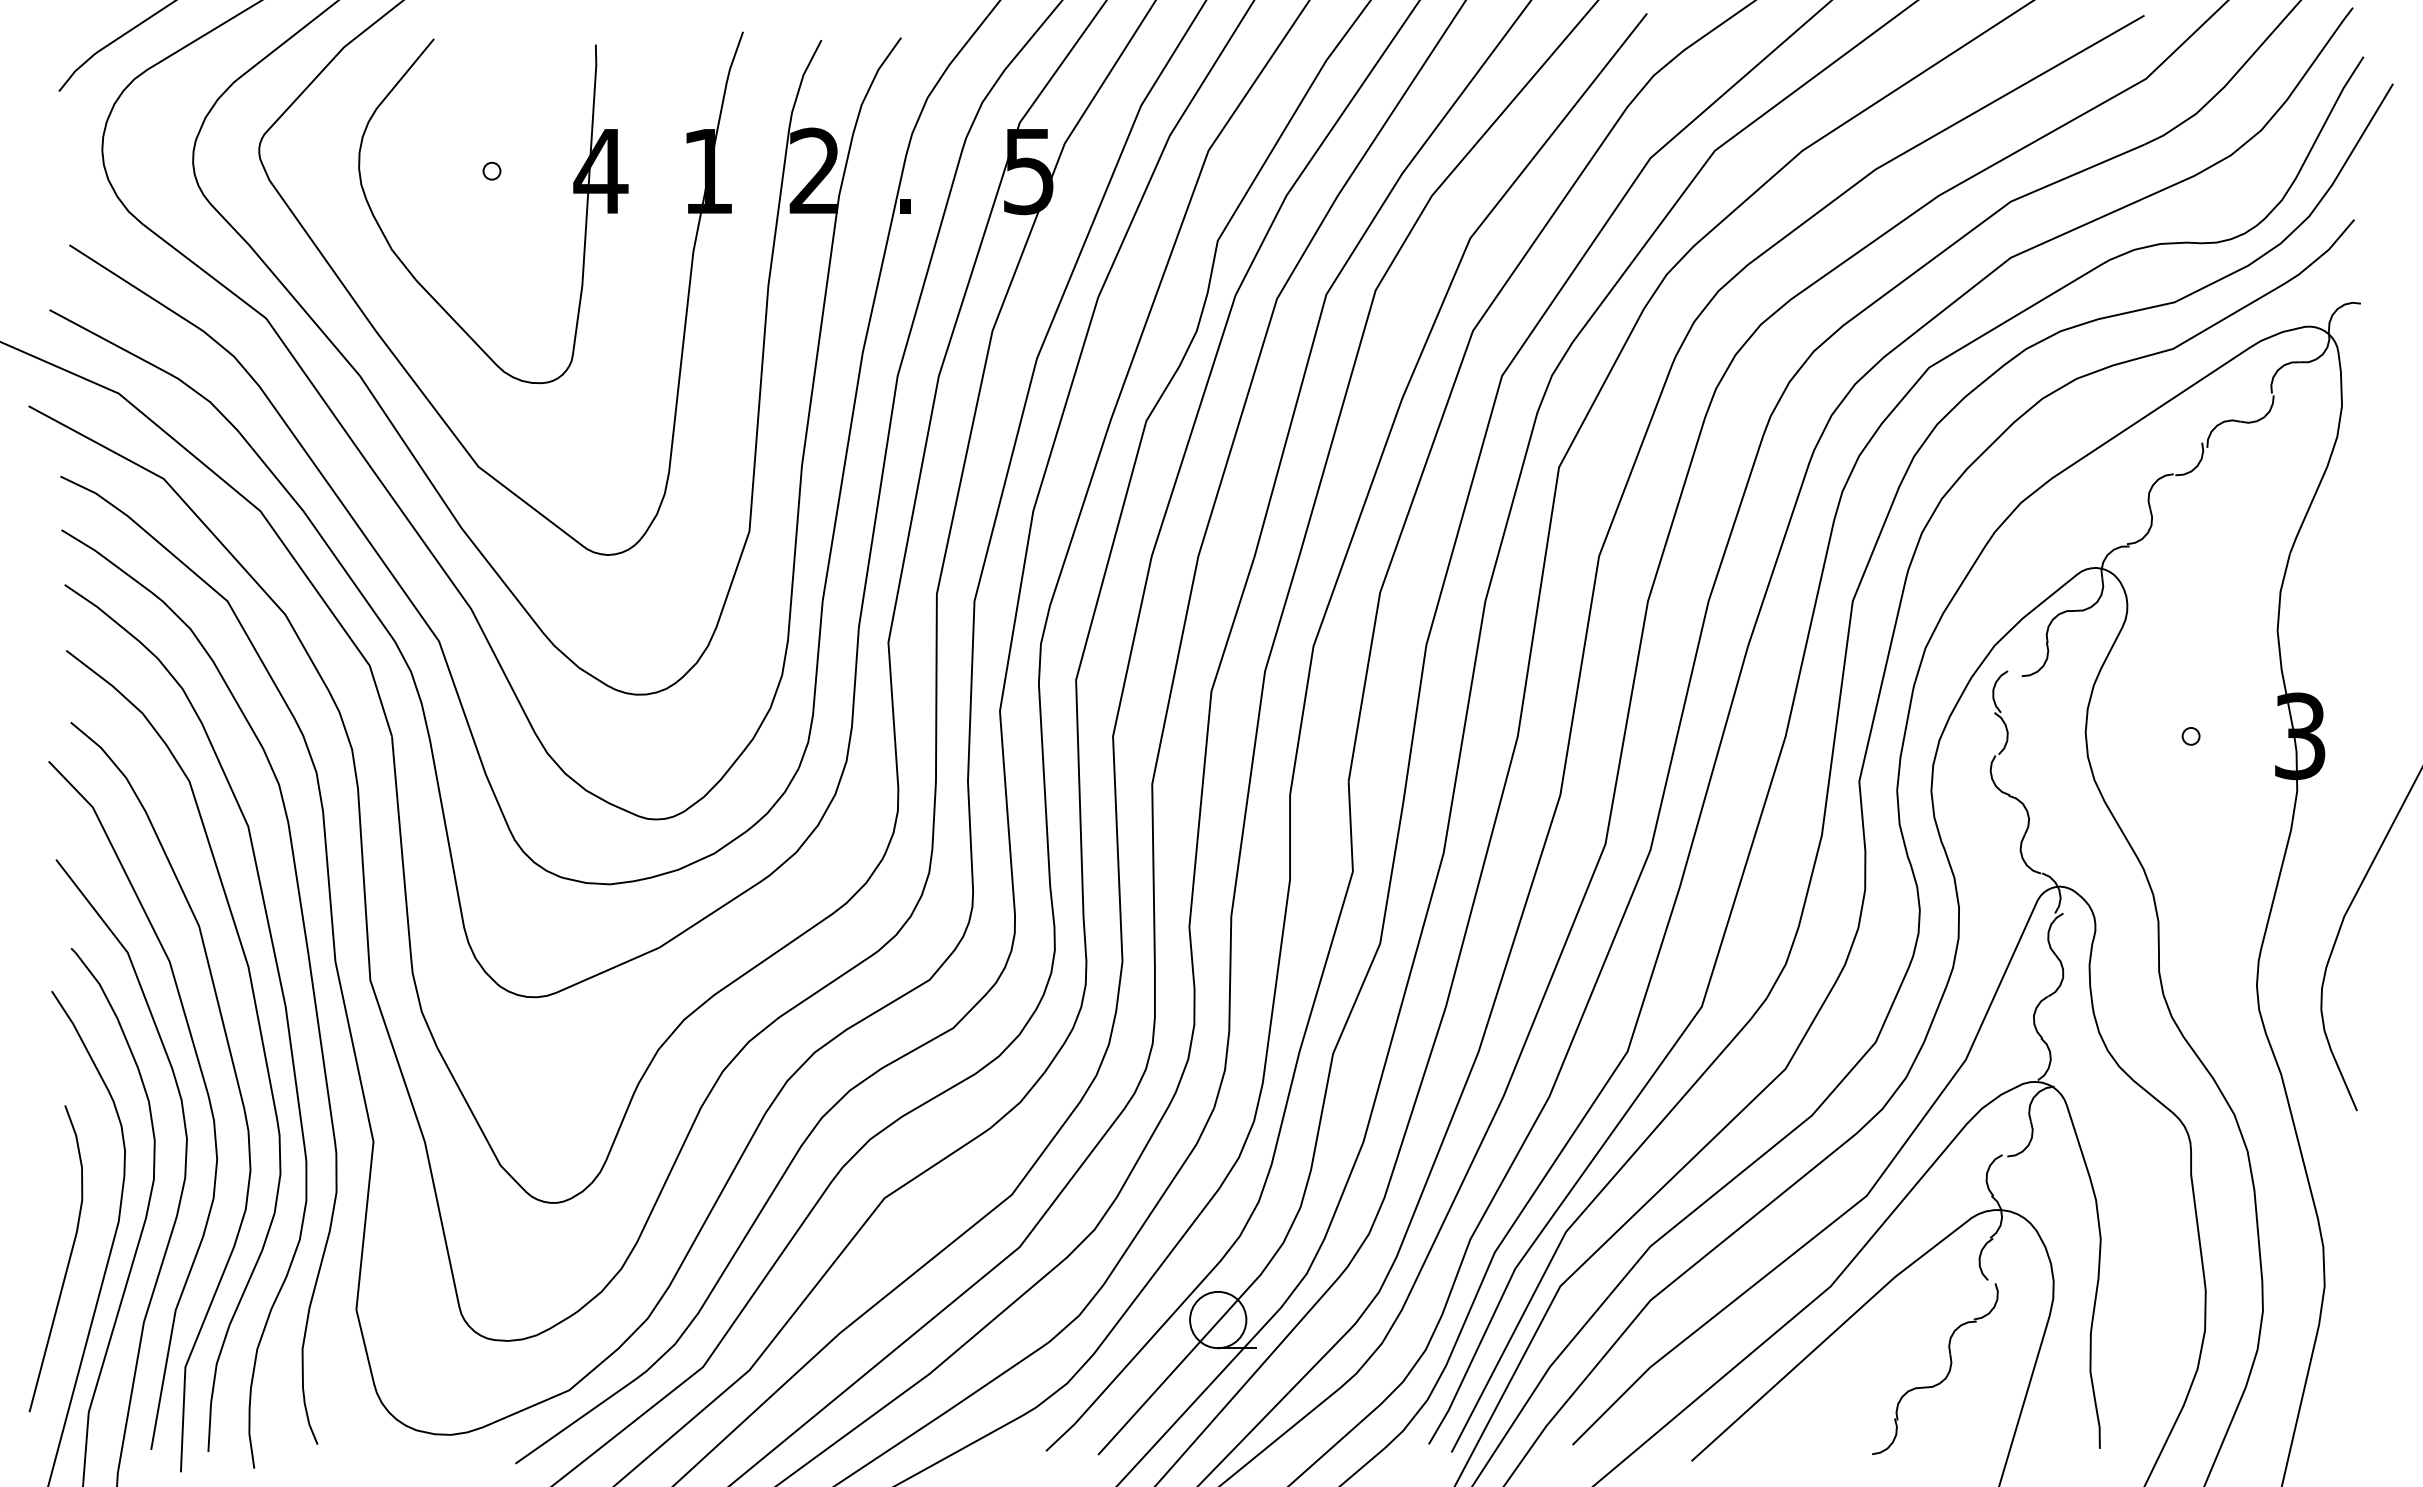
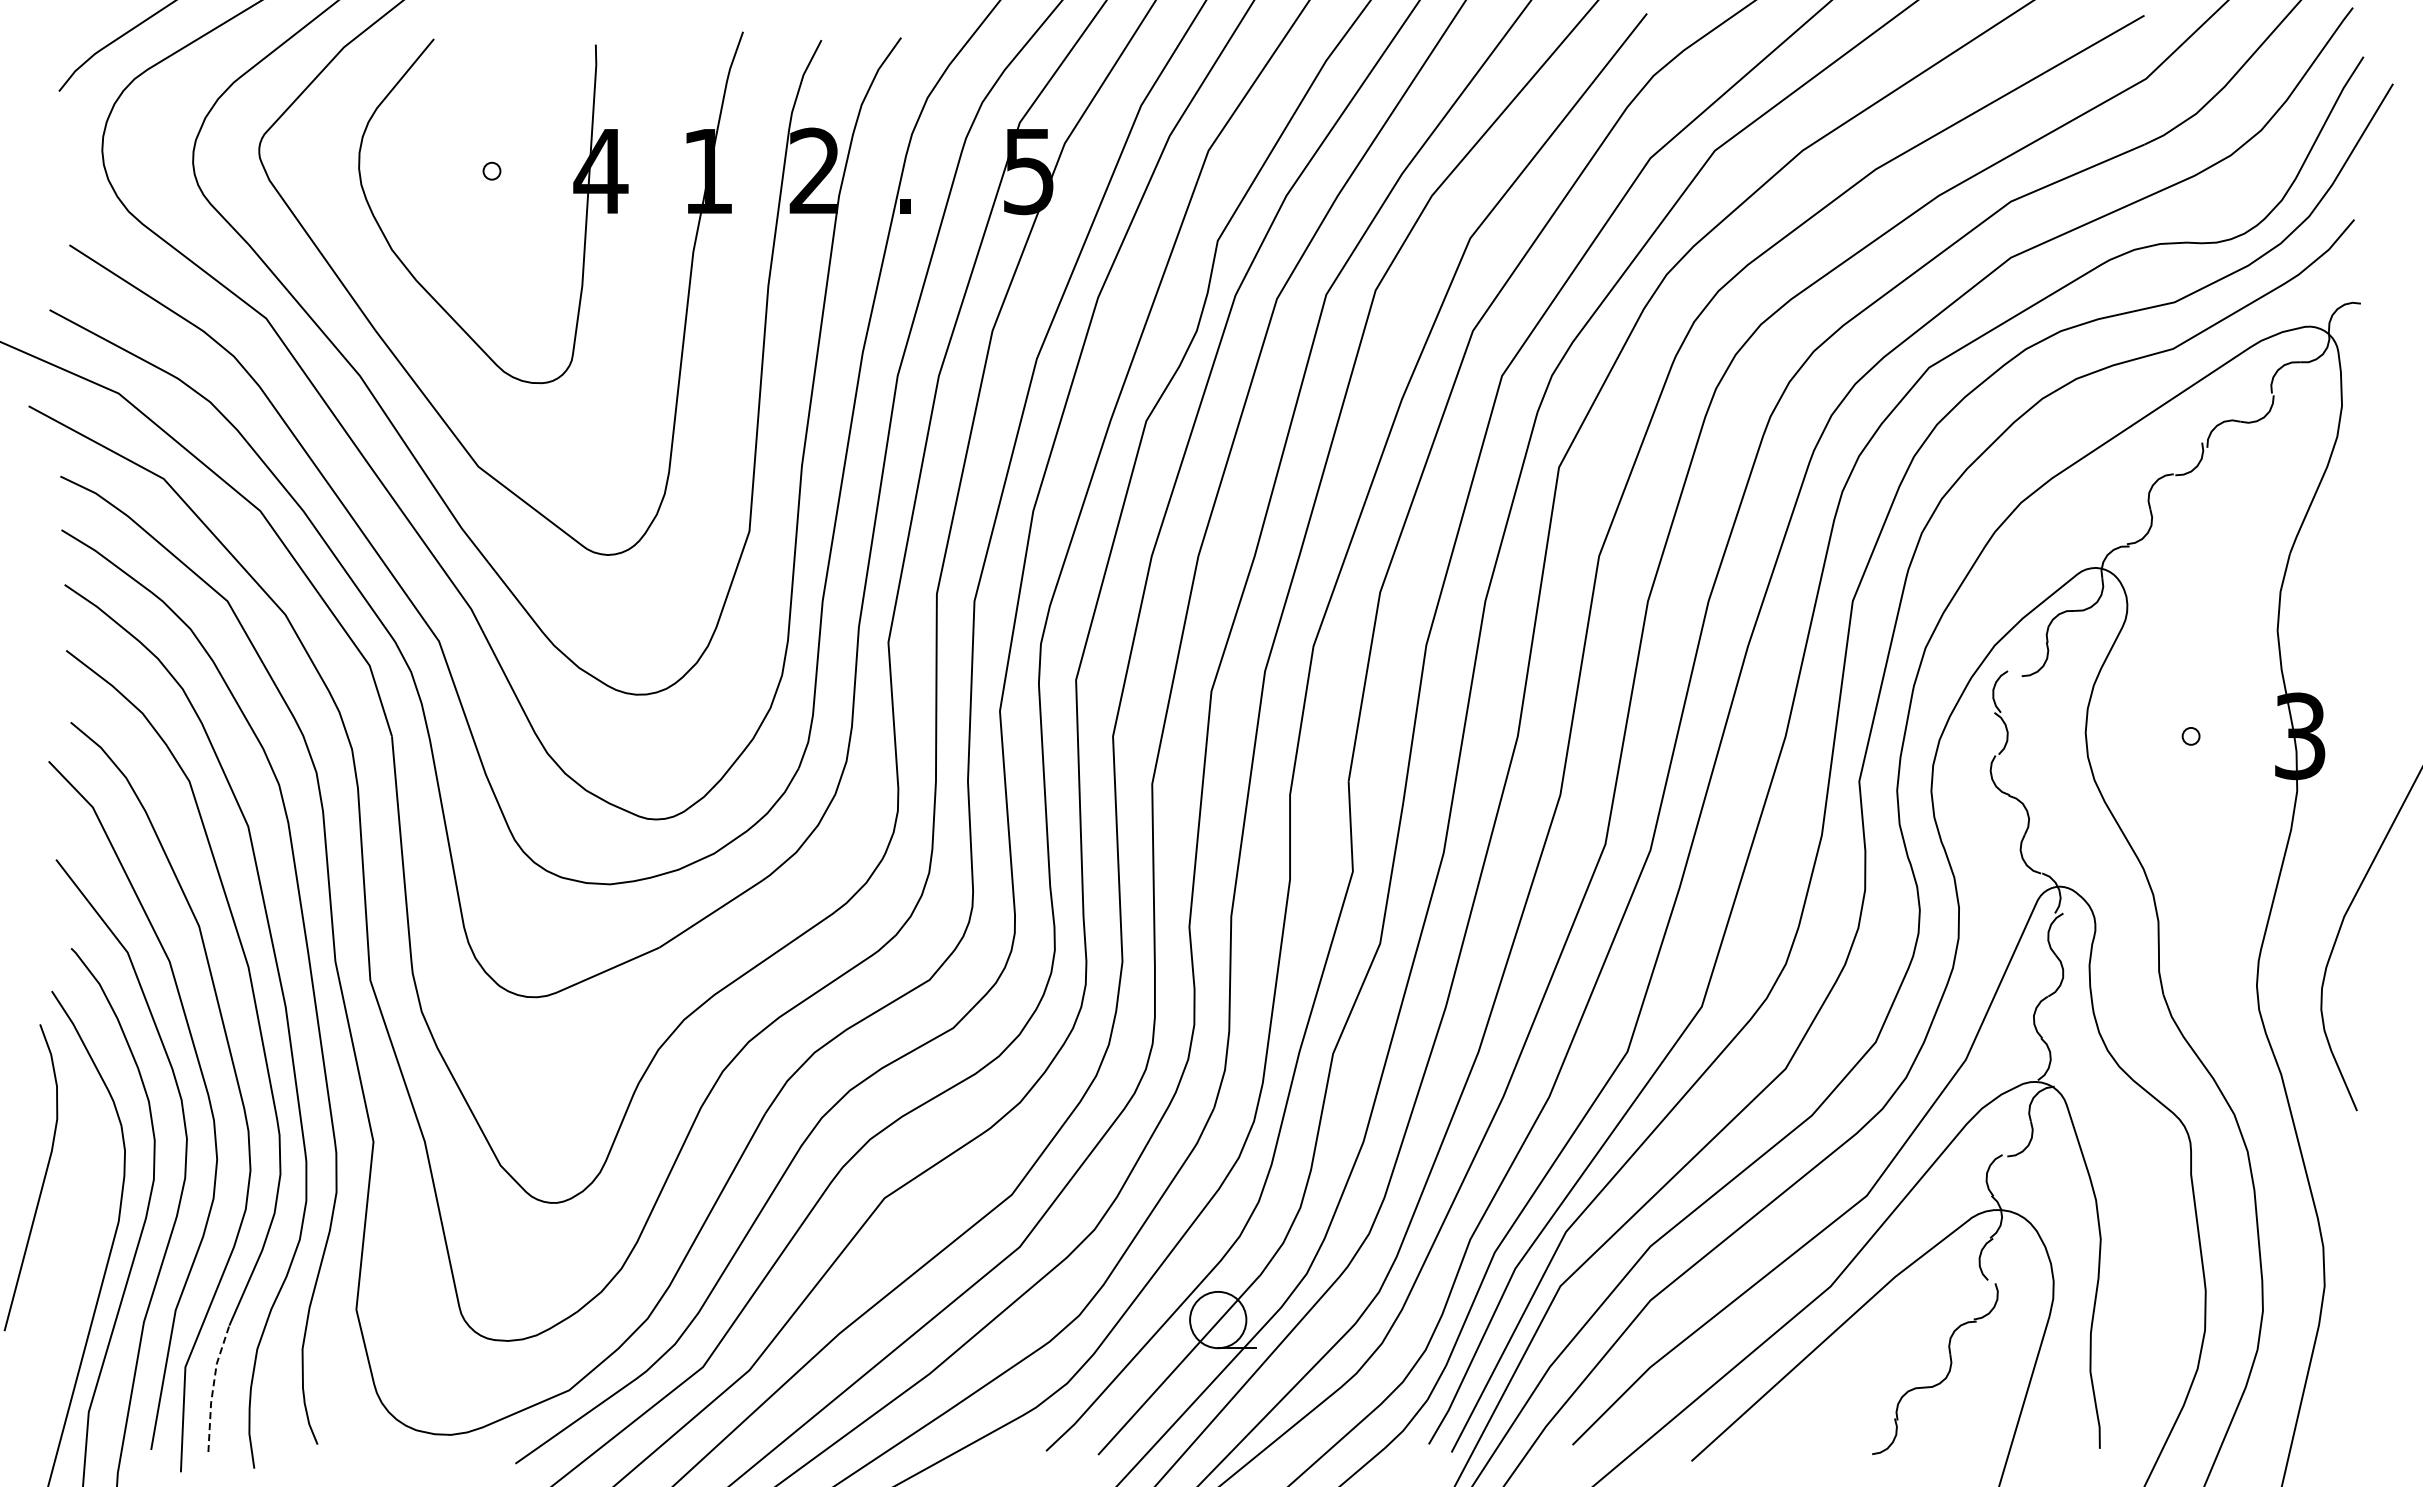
curve at (67, 1263) position: (67, 1263) -> (42, 1182)
line at (213, 1387): solid -> dashed
